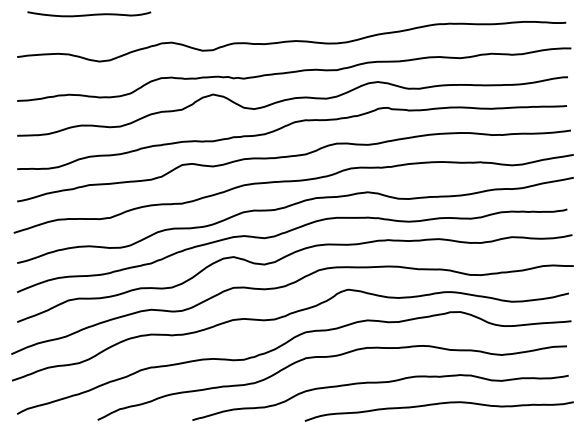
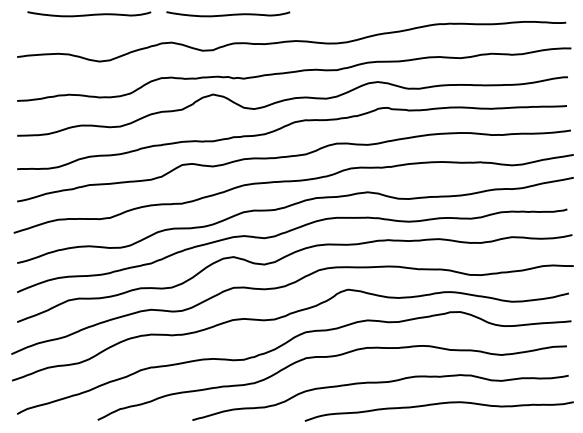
curve at (228, 14): none -> present
